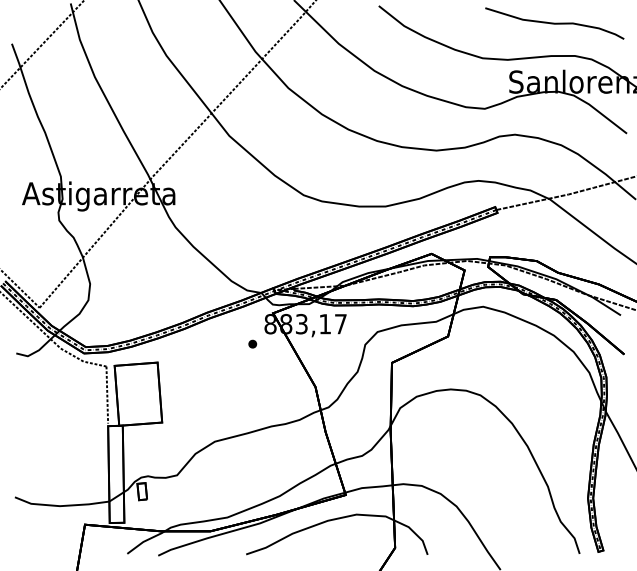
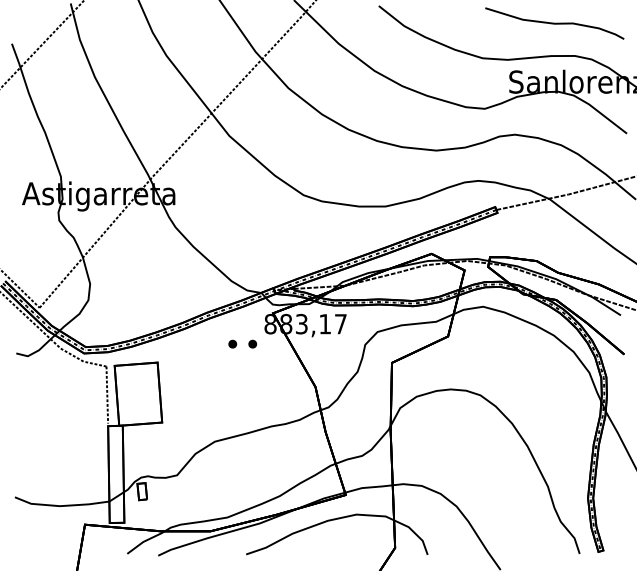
part at (232, 343): none -> present
